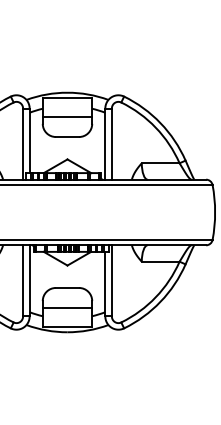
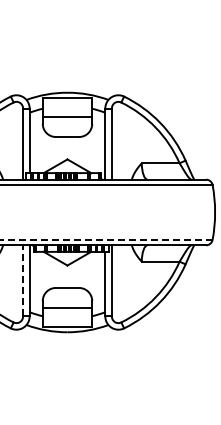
line at (105, 239): solid -> dashed
line at (23, 280): solid -> dashed
